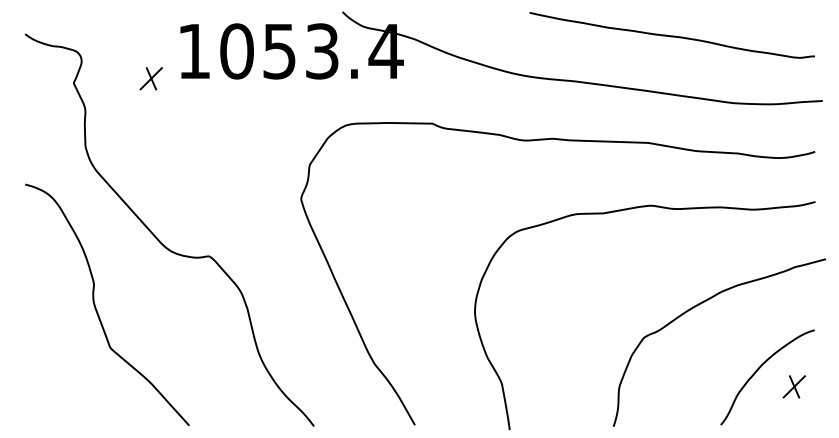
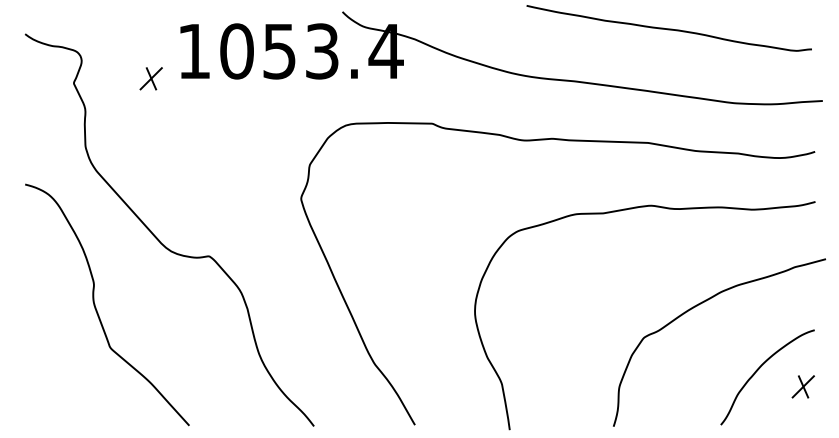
curve at (671, 35) position: (671, 35) -> (668, 28)
part at (793, 386) position: (793, 386) -> (802, 386)
